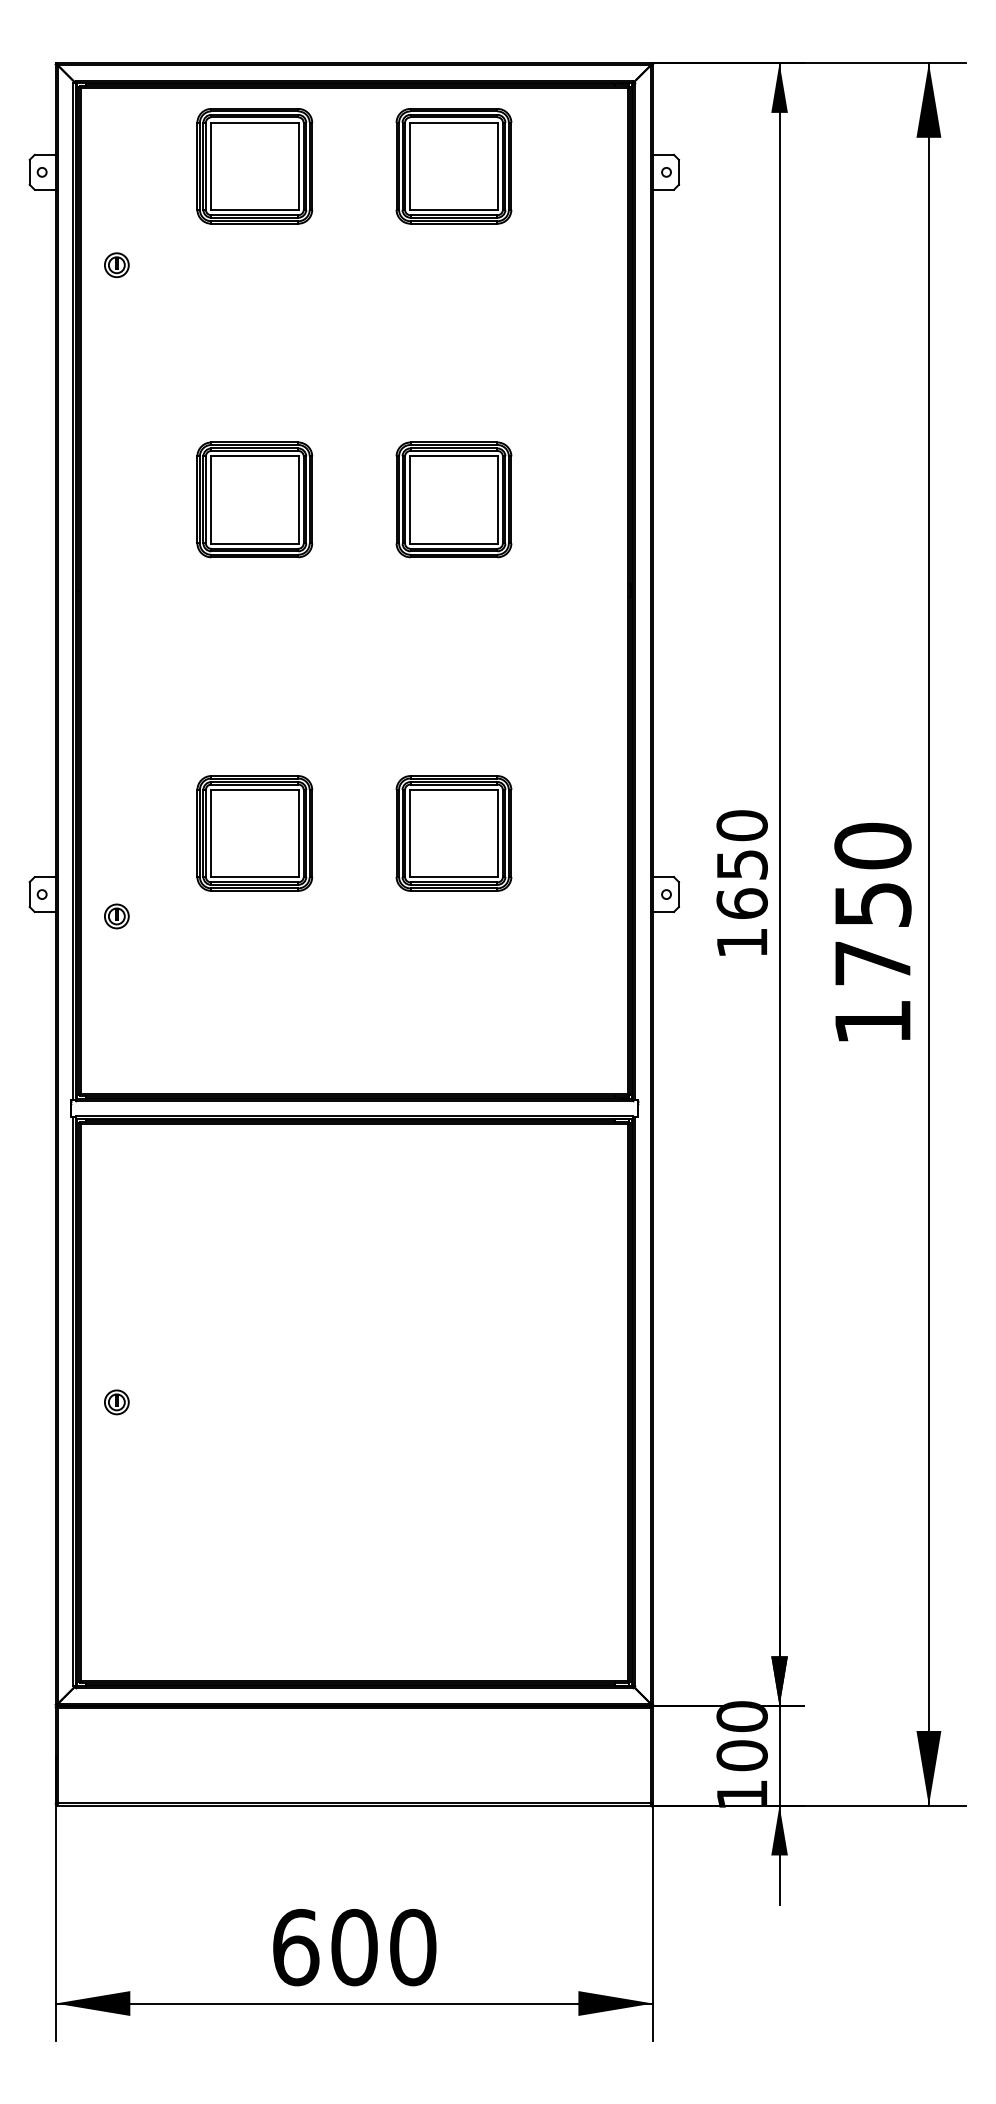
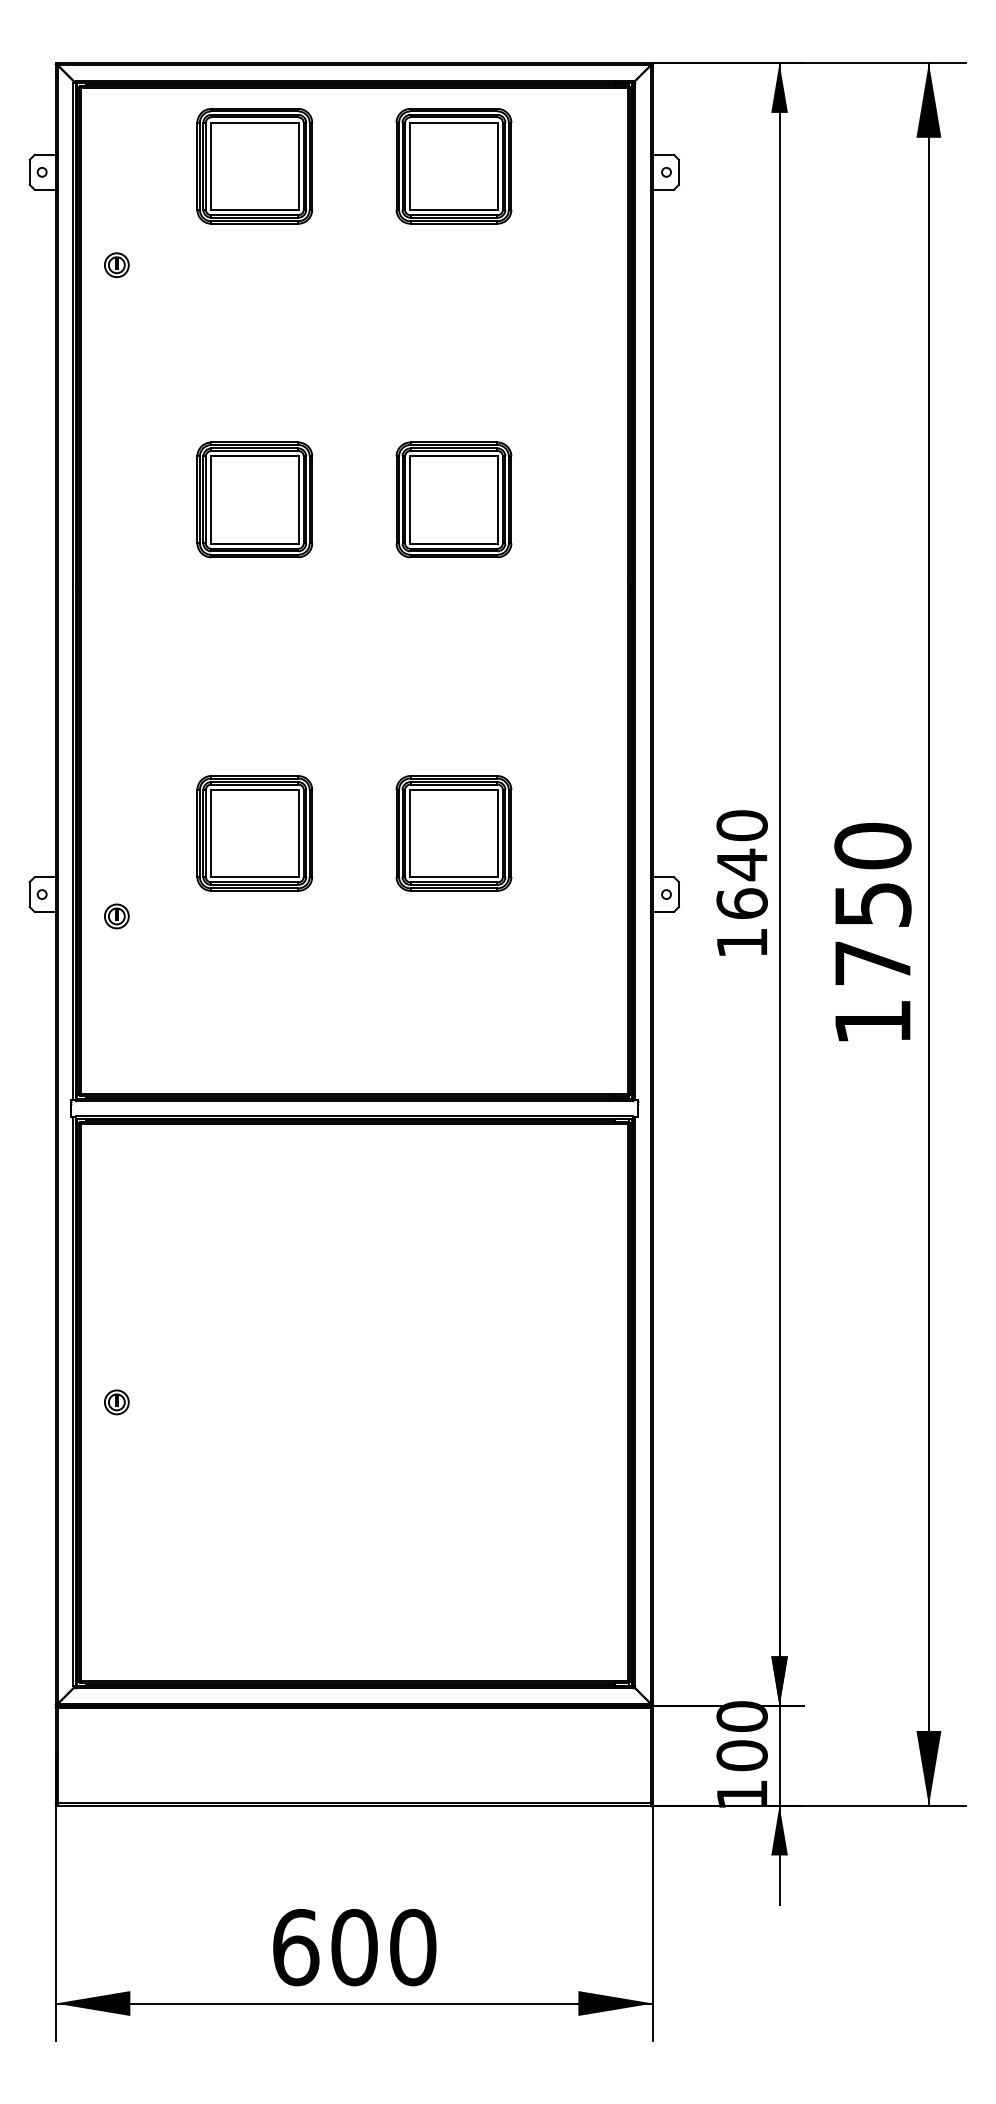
text at (742, 864): 1650 -> 1640
